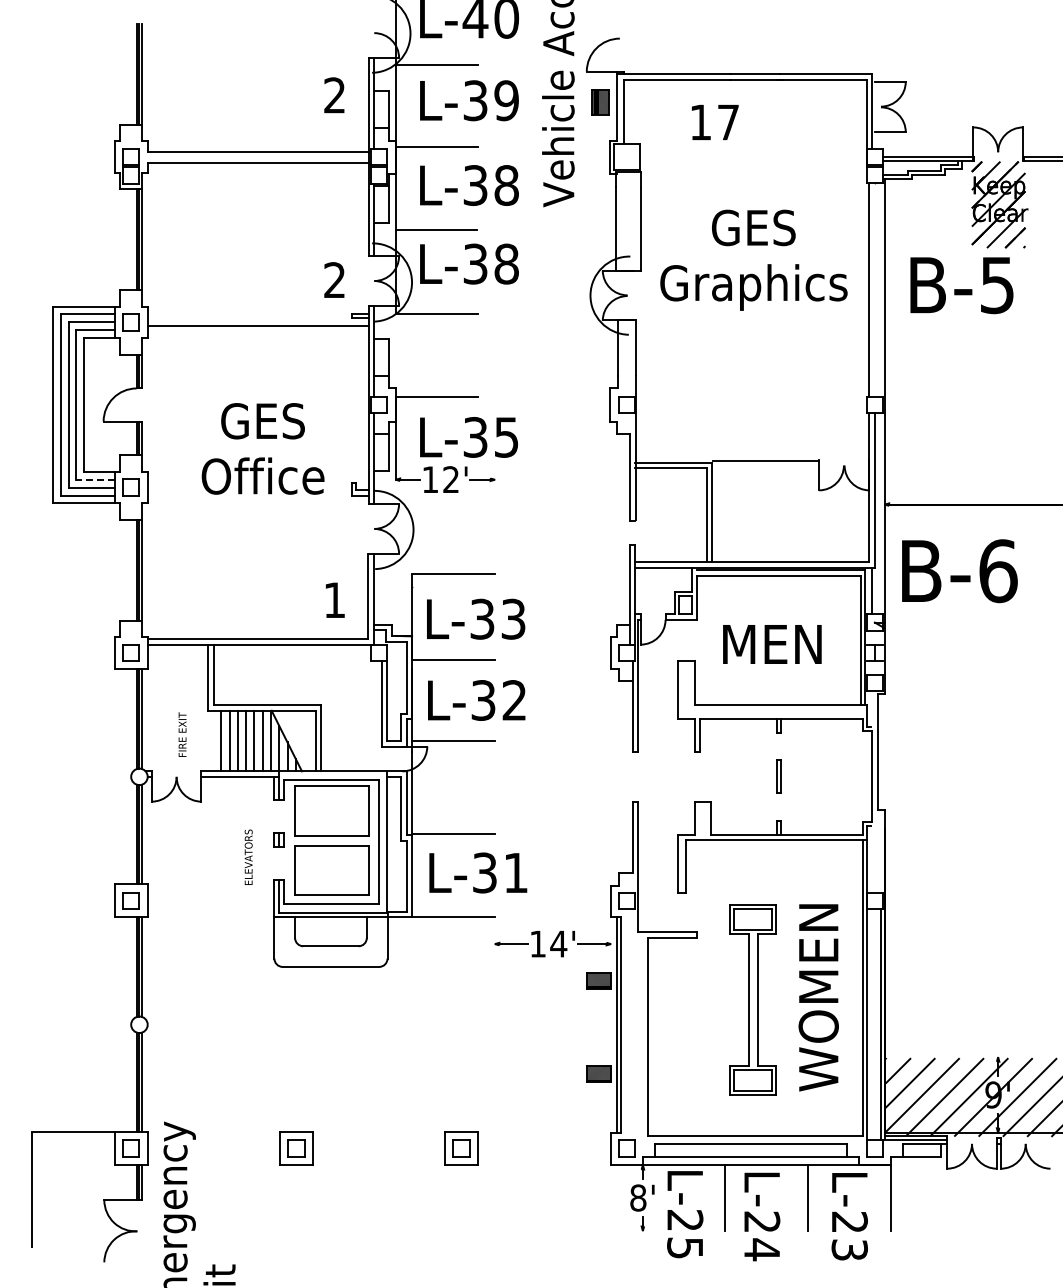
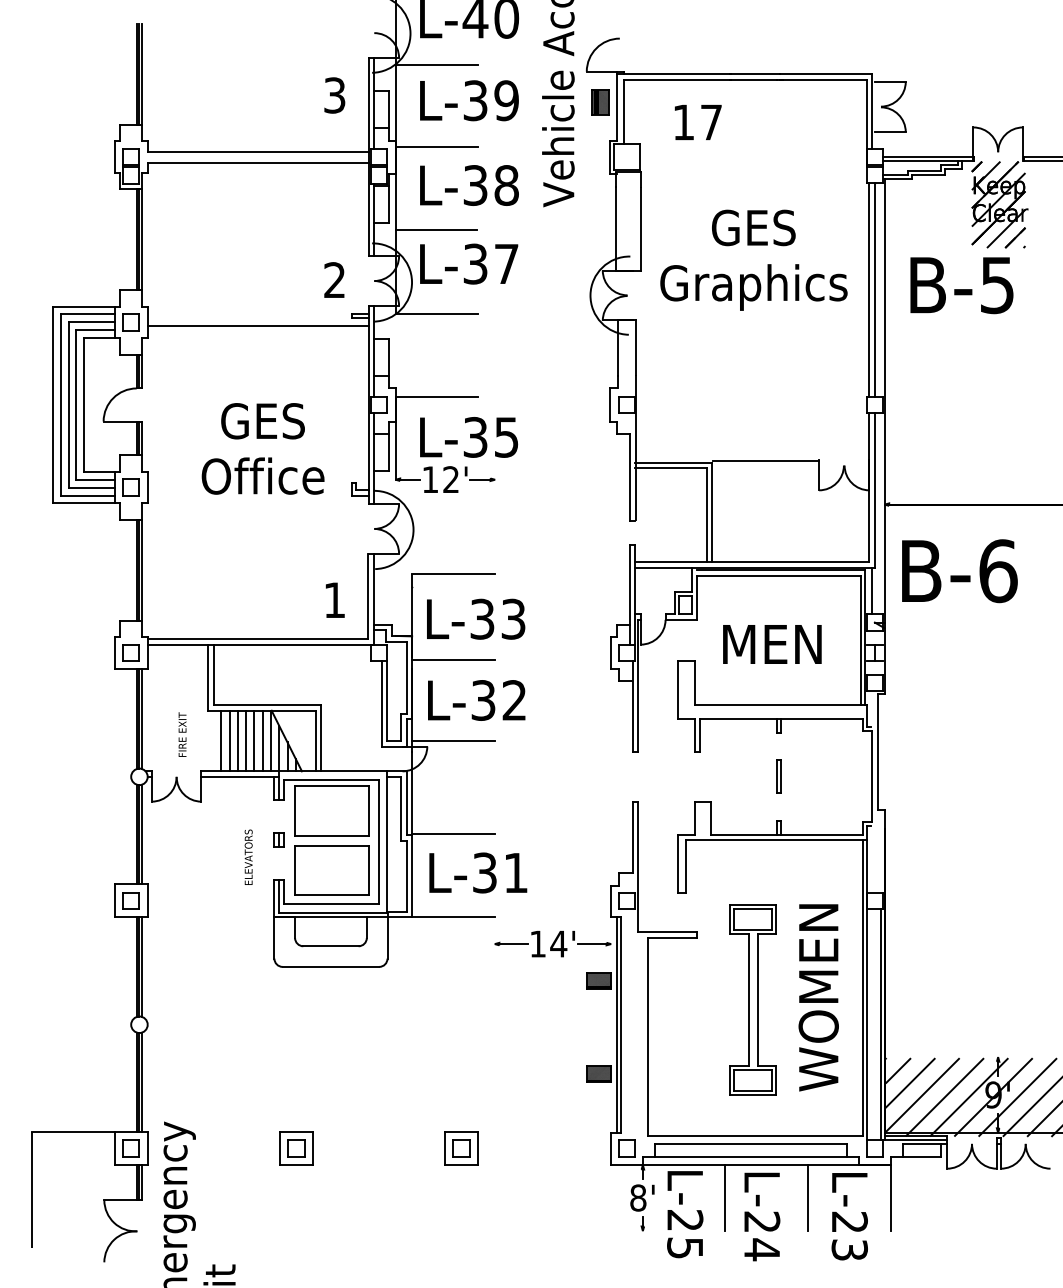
text at (334, 95): 2 -> 3
text at (714, 122) position: (714, 122) -> (697, 122)
text at (506, 263): L-38 -> L-37
line at (874, 289): none -> present
line at (95, 479): dashed -> solid
